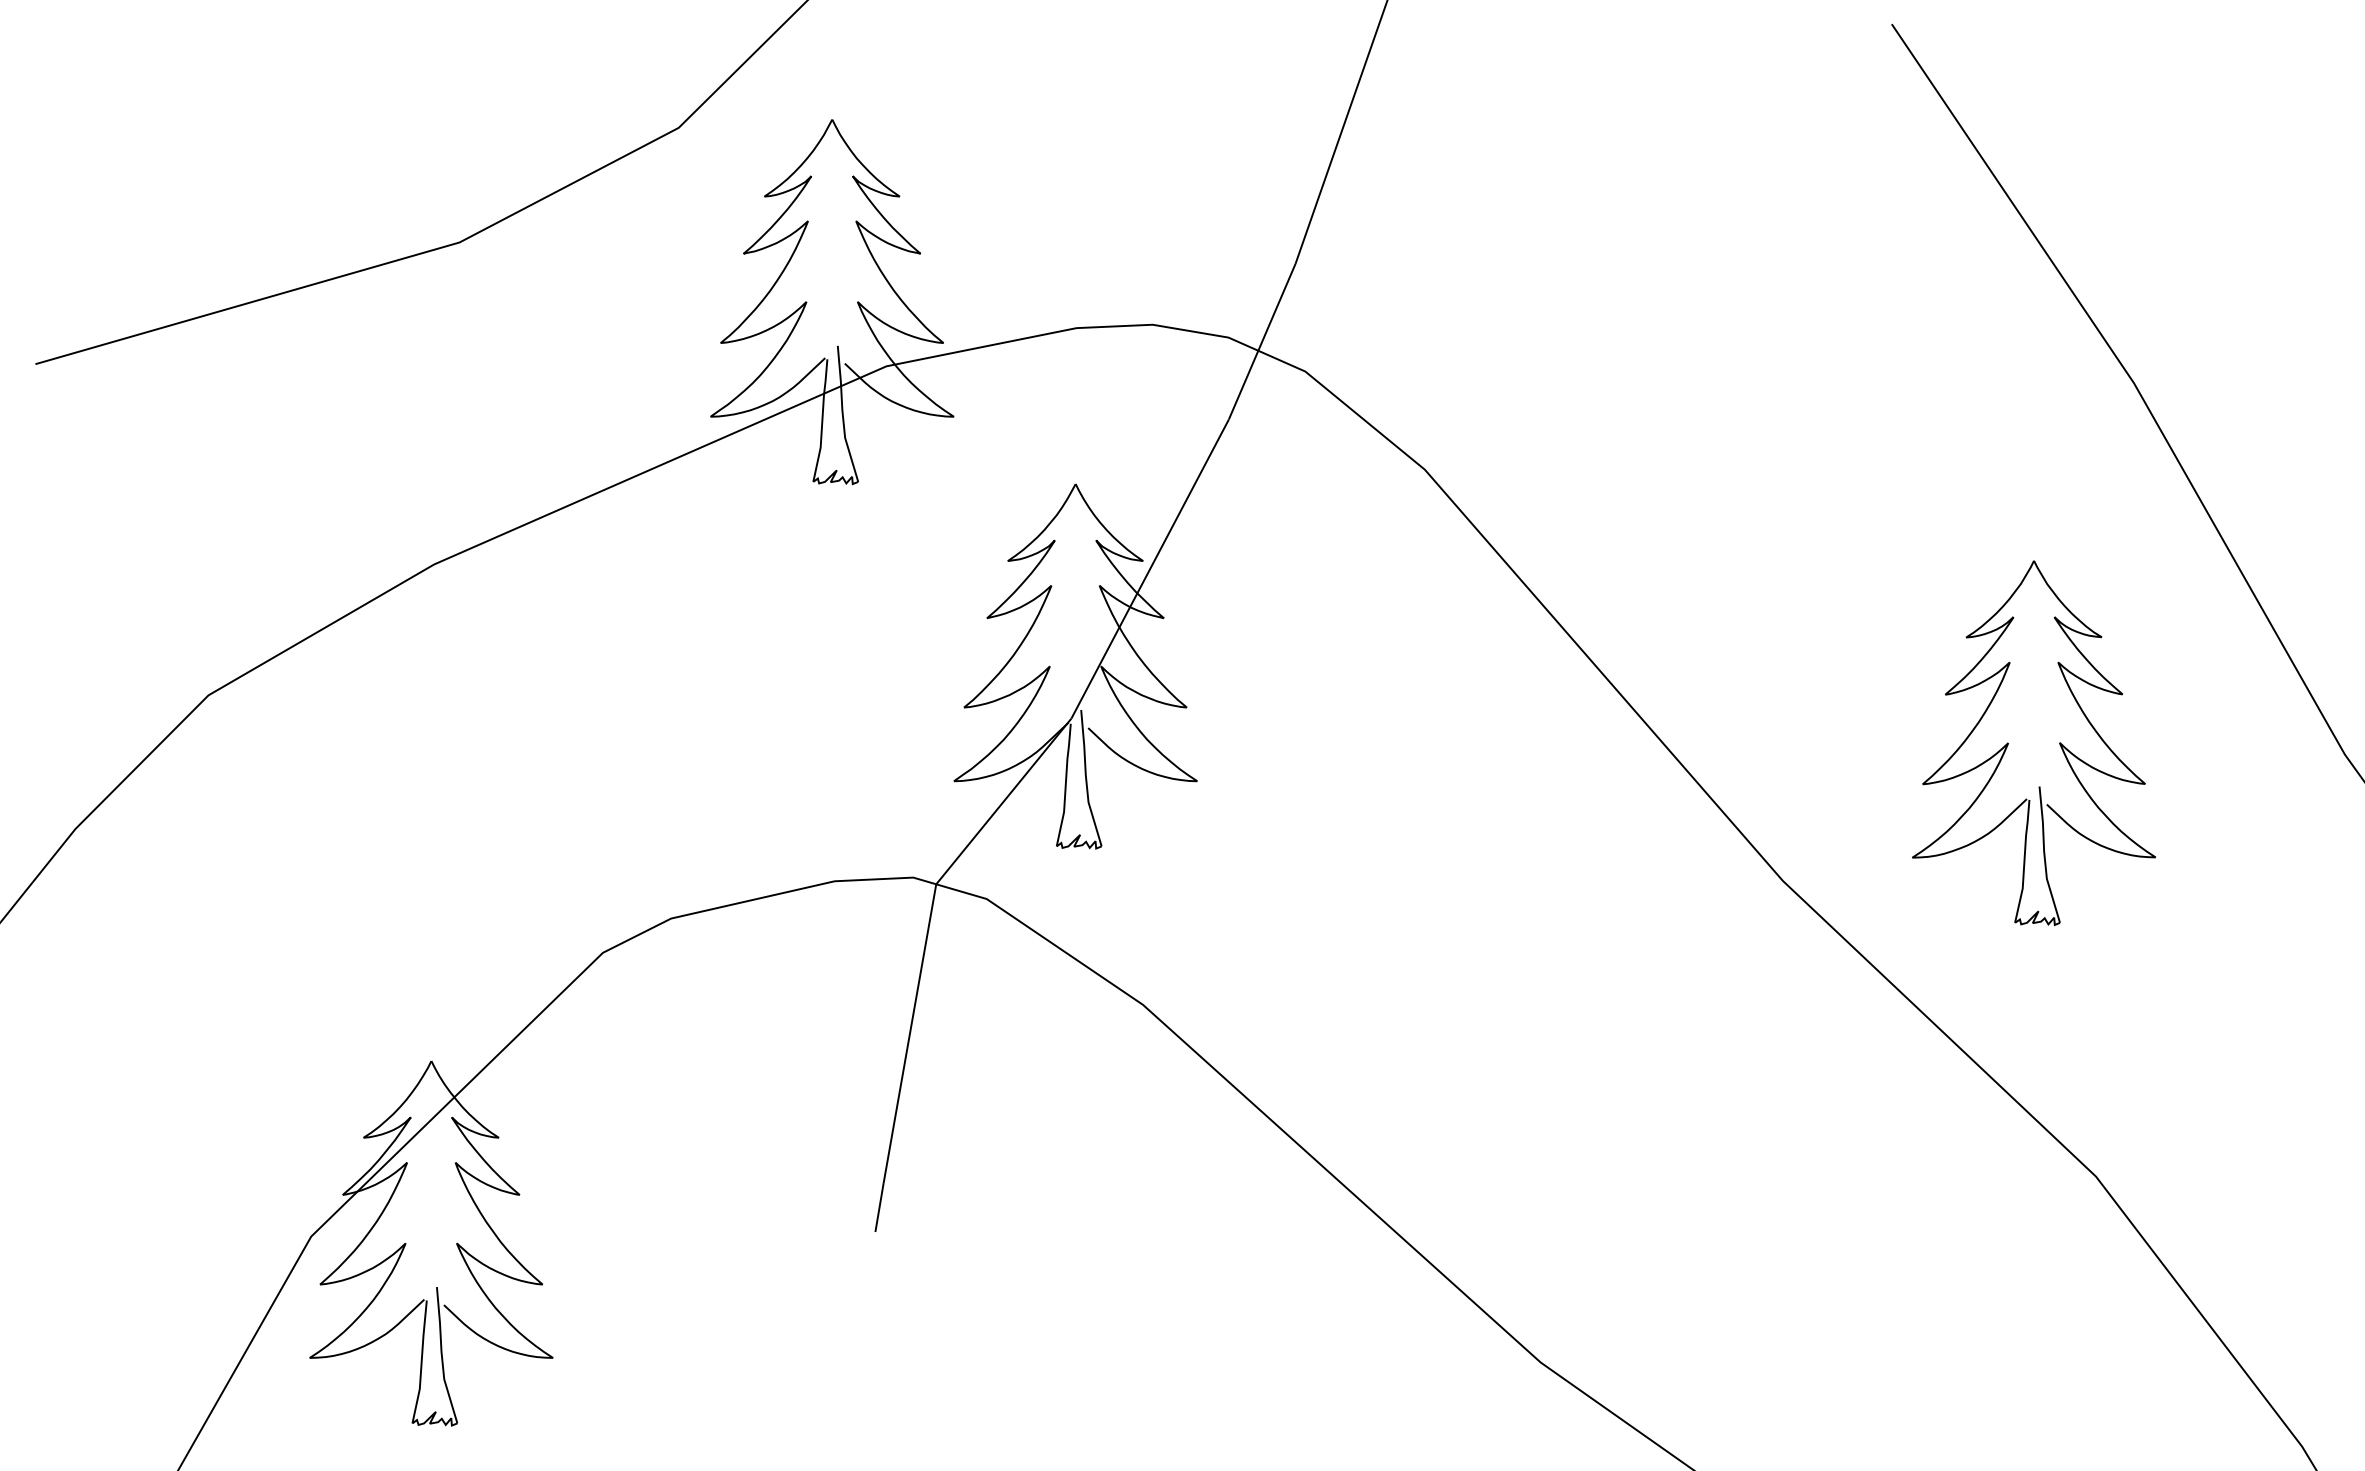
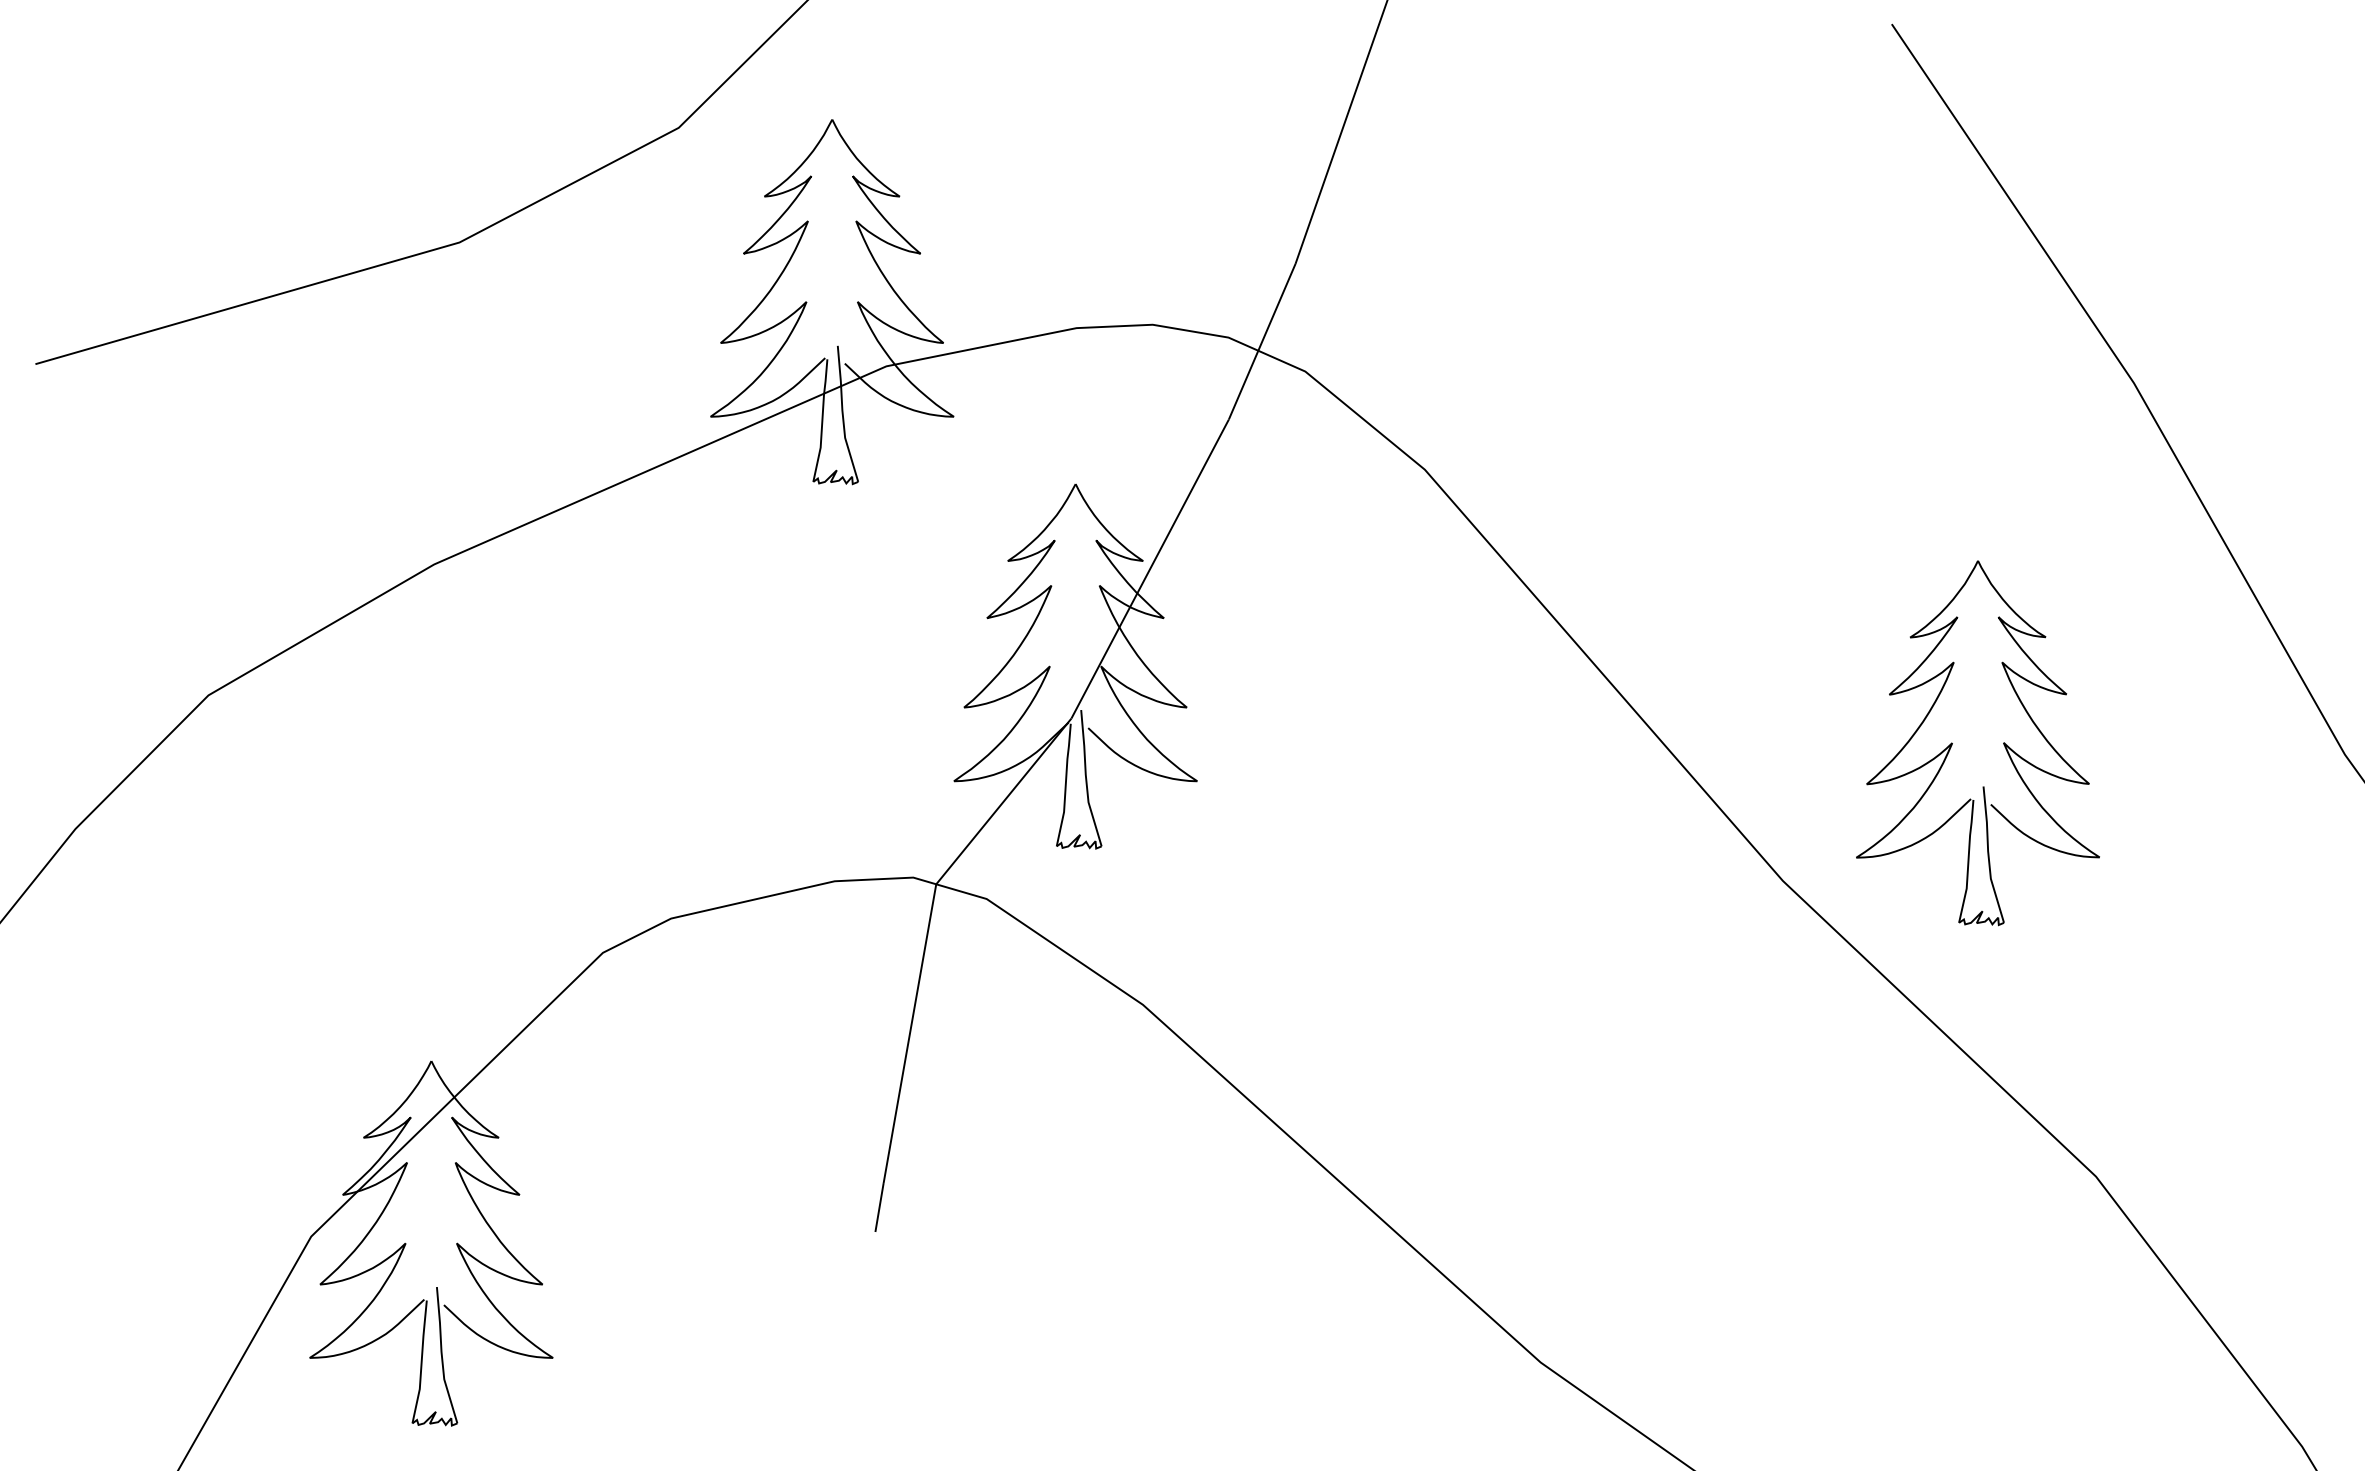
part at (2008, 743) position: (2008, 743) -> (1952, 743)
